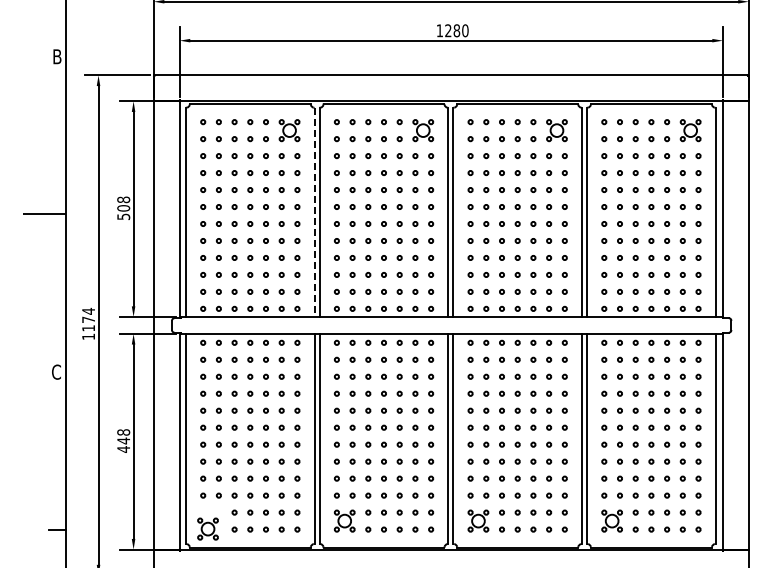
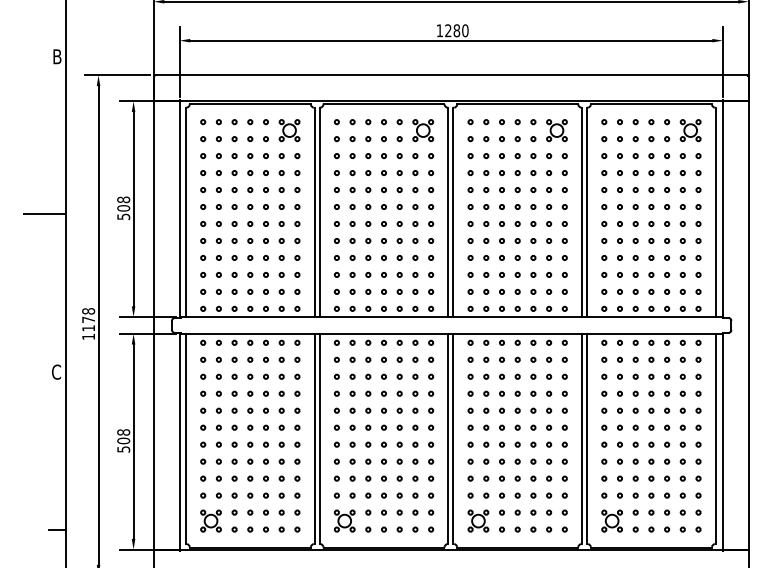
line at (314, 212): dashed -> solid
text at (88, 310): 1174 -> 1178
text at (123, 444): 448 -> 508
part at (207, 528) position: (207, 528) -> (210, 520)
